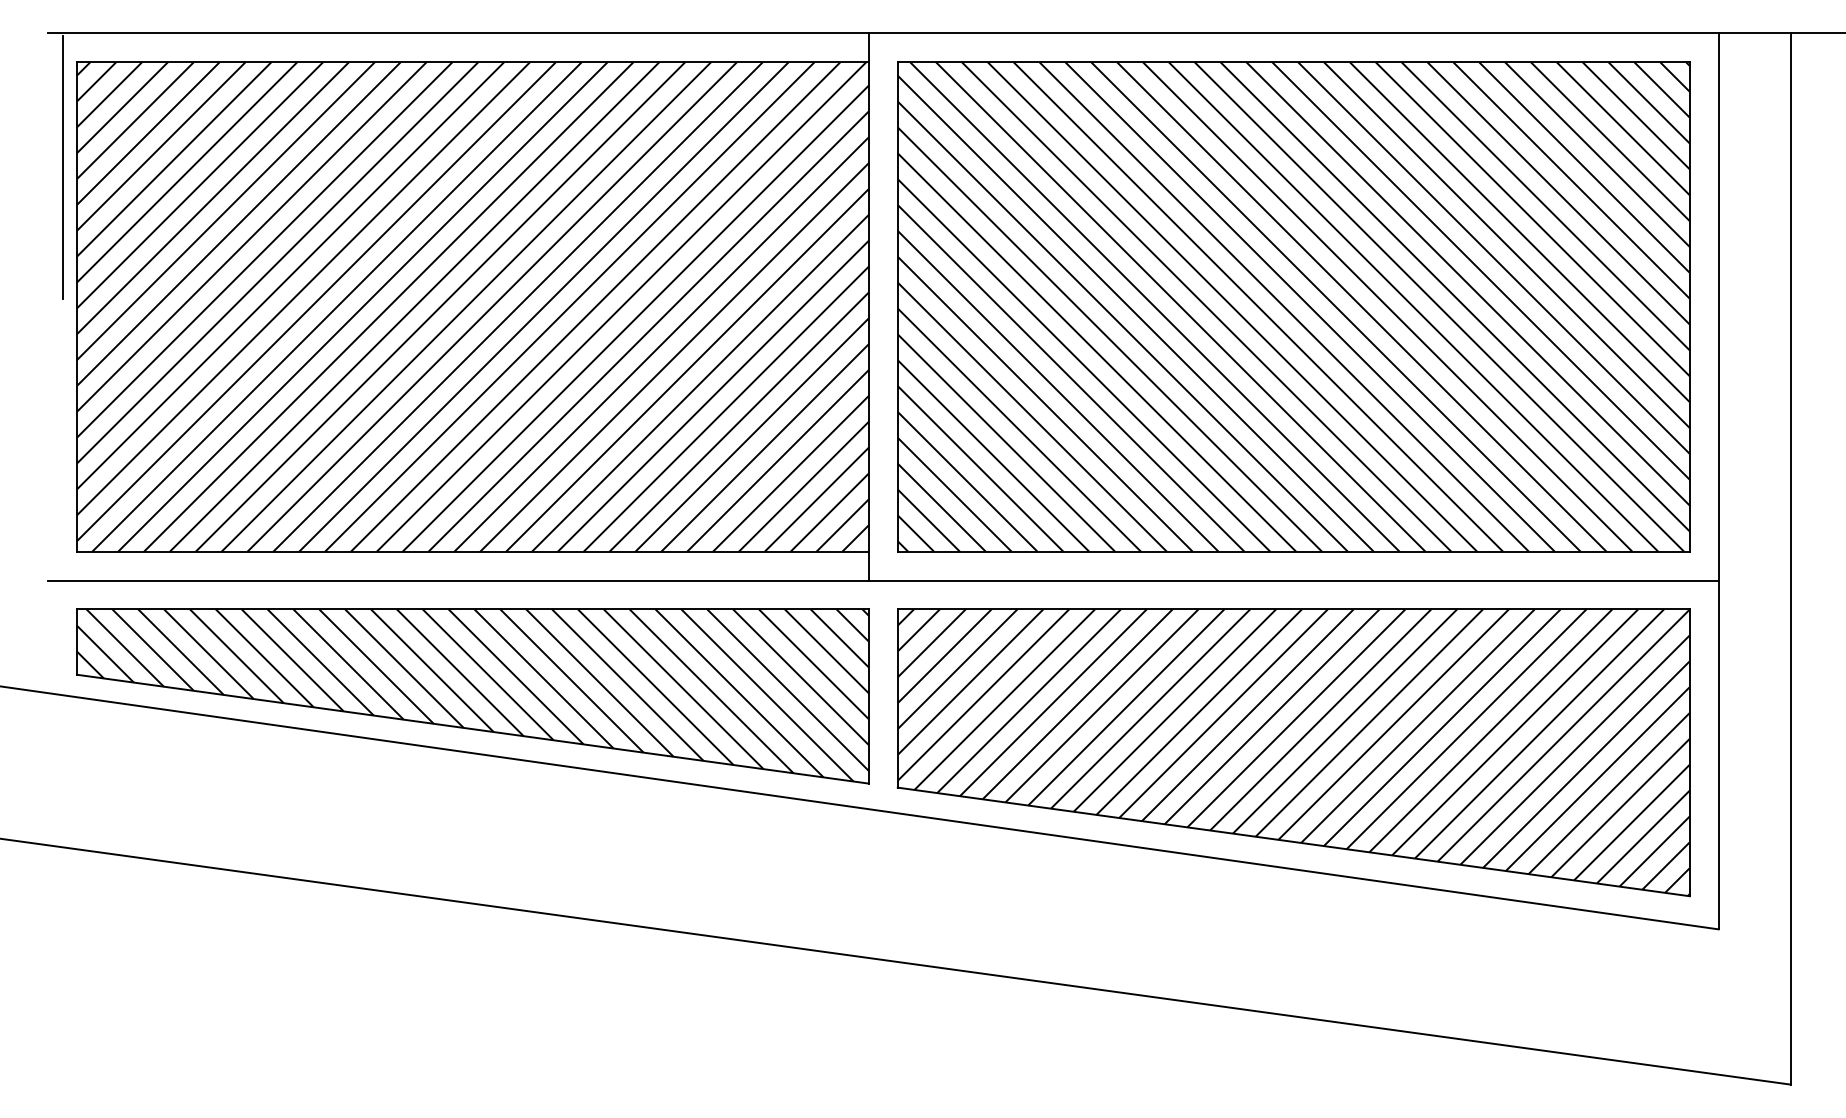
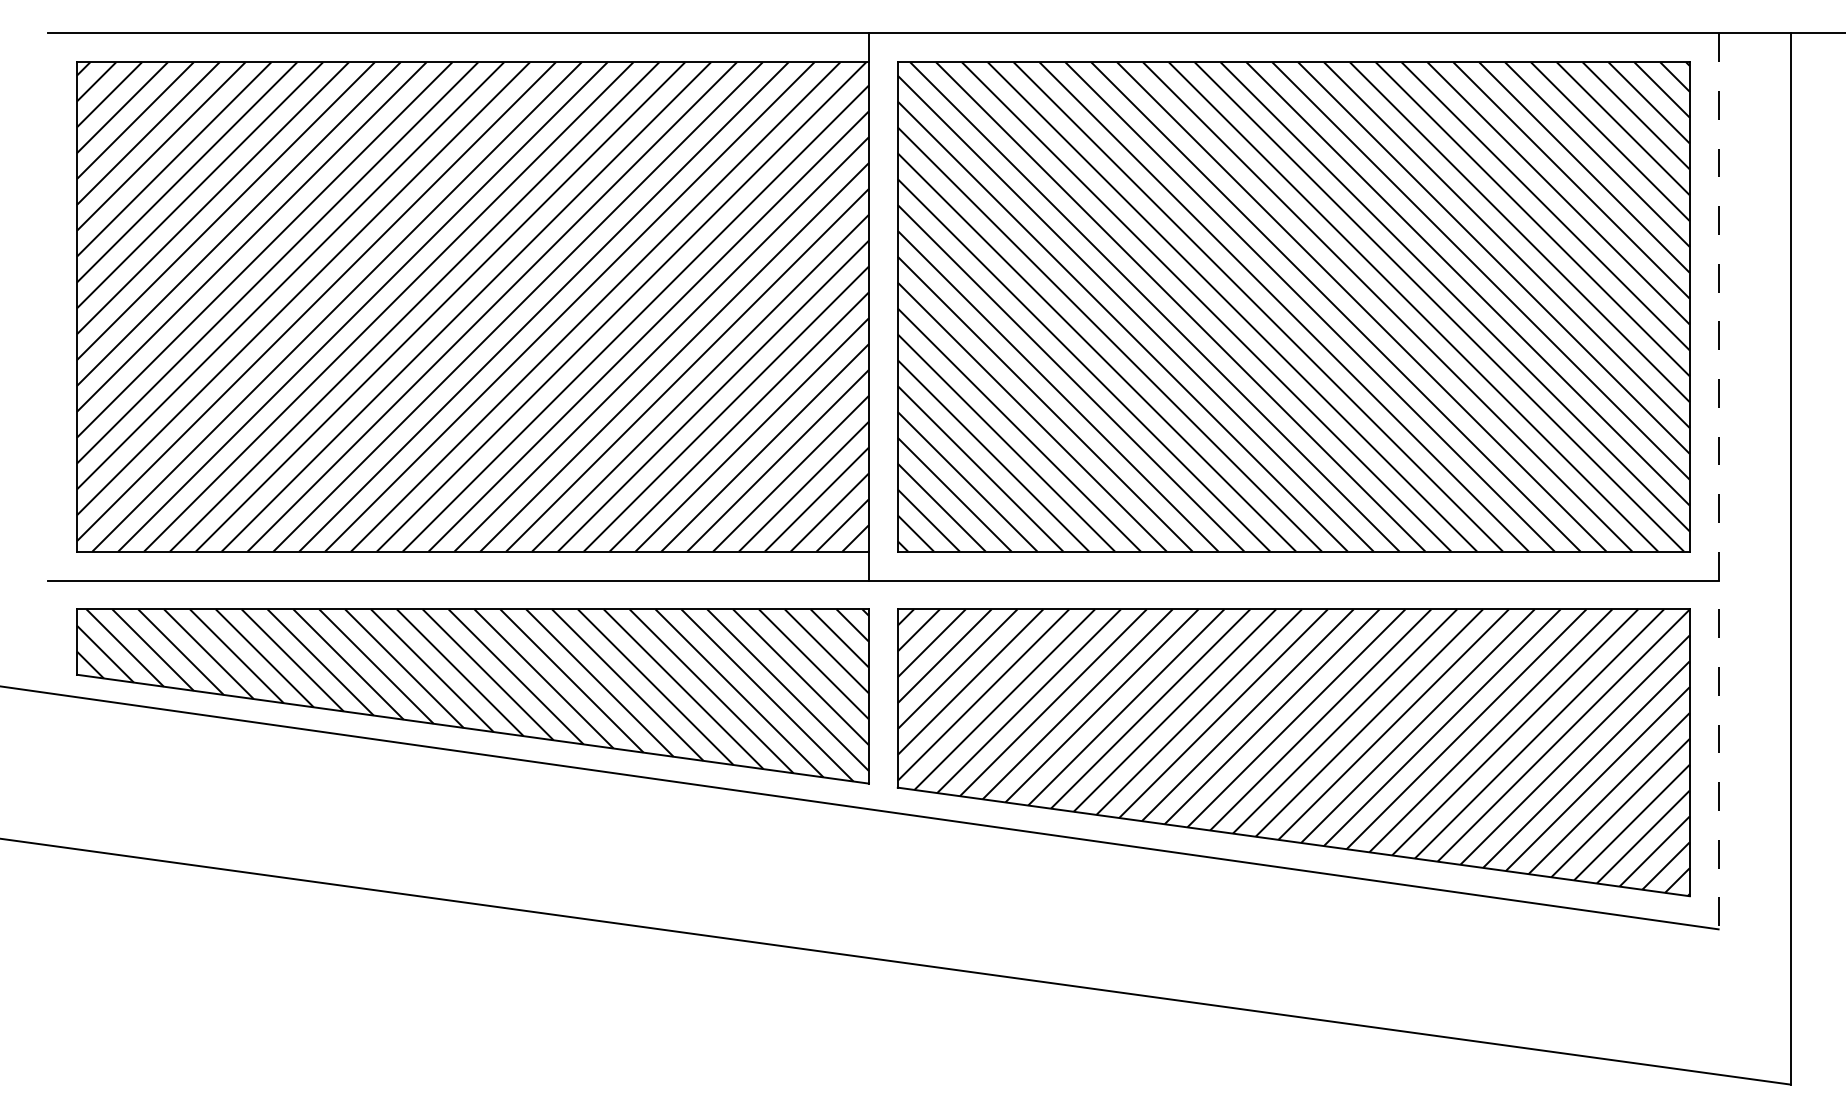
line at (62, 166): present -> none
line at (1718, 481): solid -> dashed
